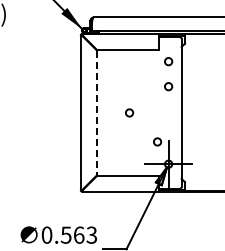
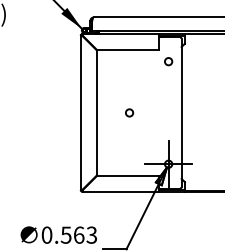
circle at (168, 86): present -> none
line at (96, 113): dashed -> solid
circle at (157, 141): present -> none
